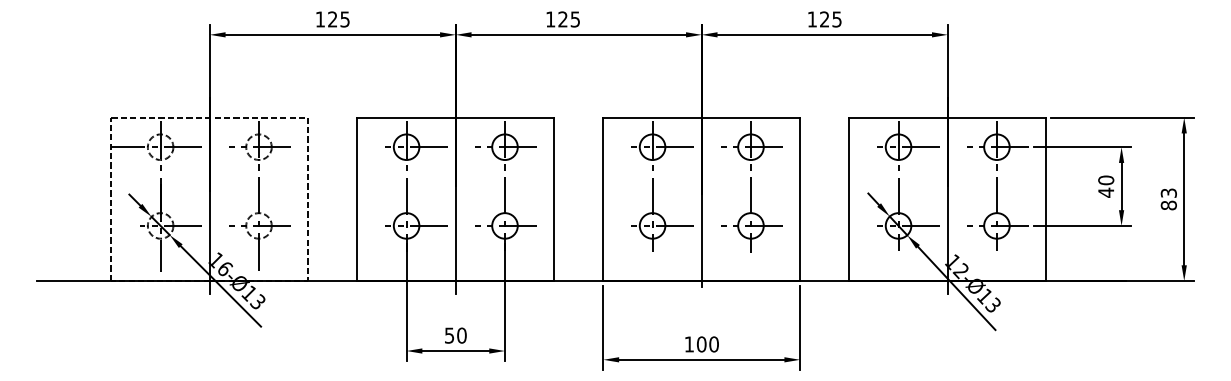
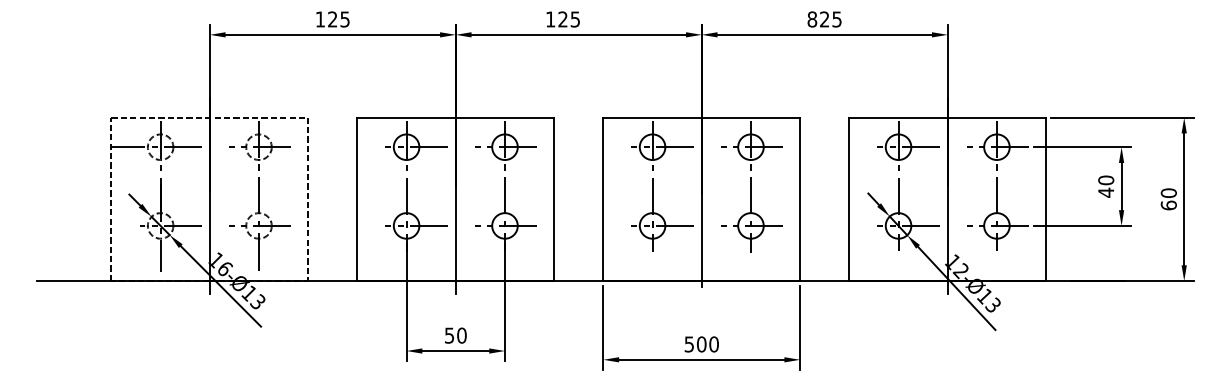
text at (812, 19): 125 -> 825
text at (1168, 199): 83 -> 60
text at (688, 344): 100 -> 500
